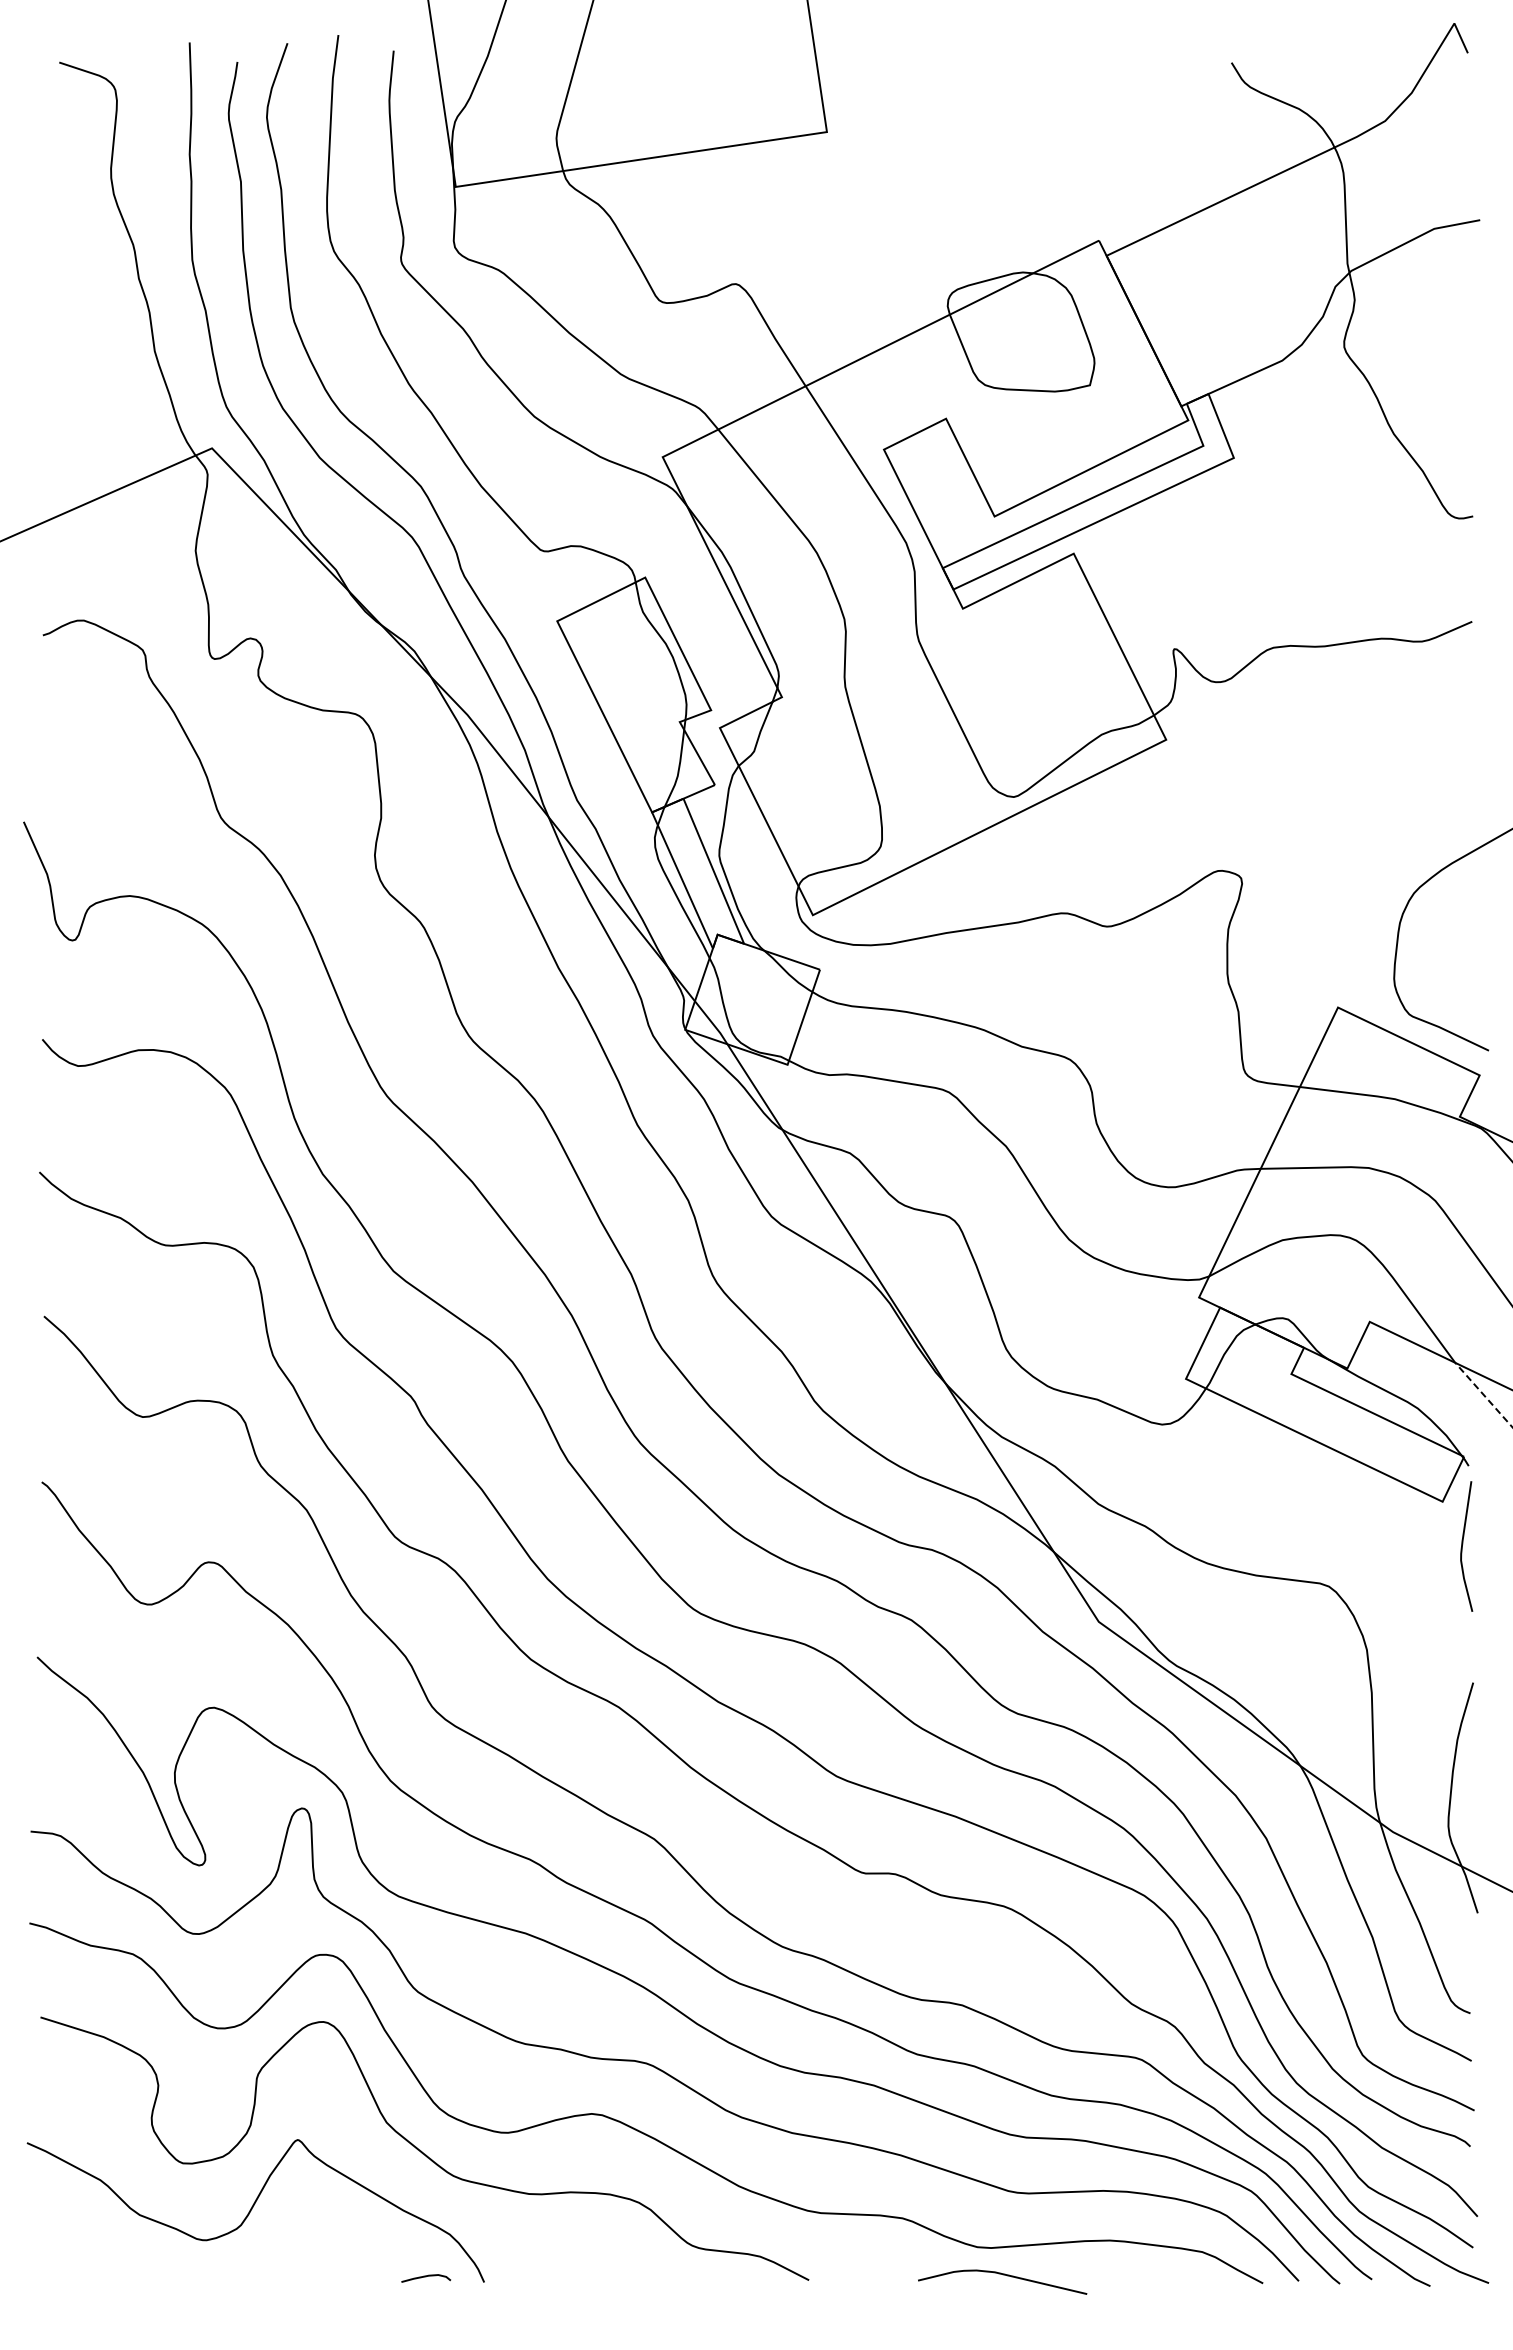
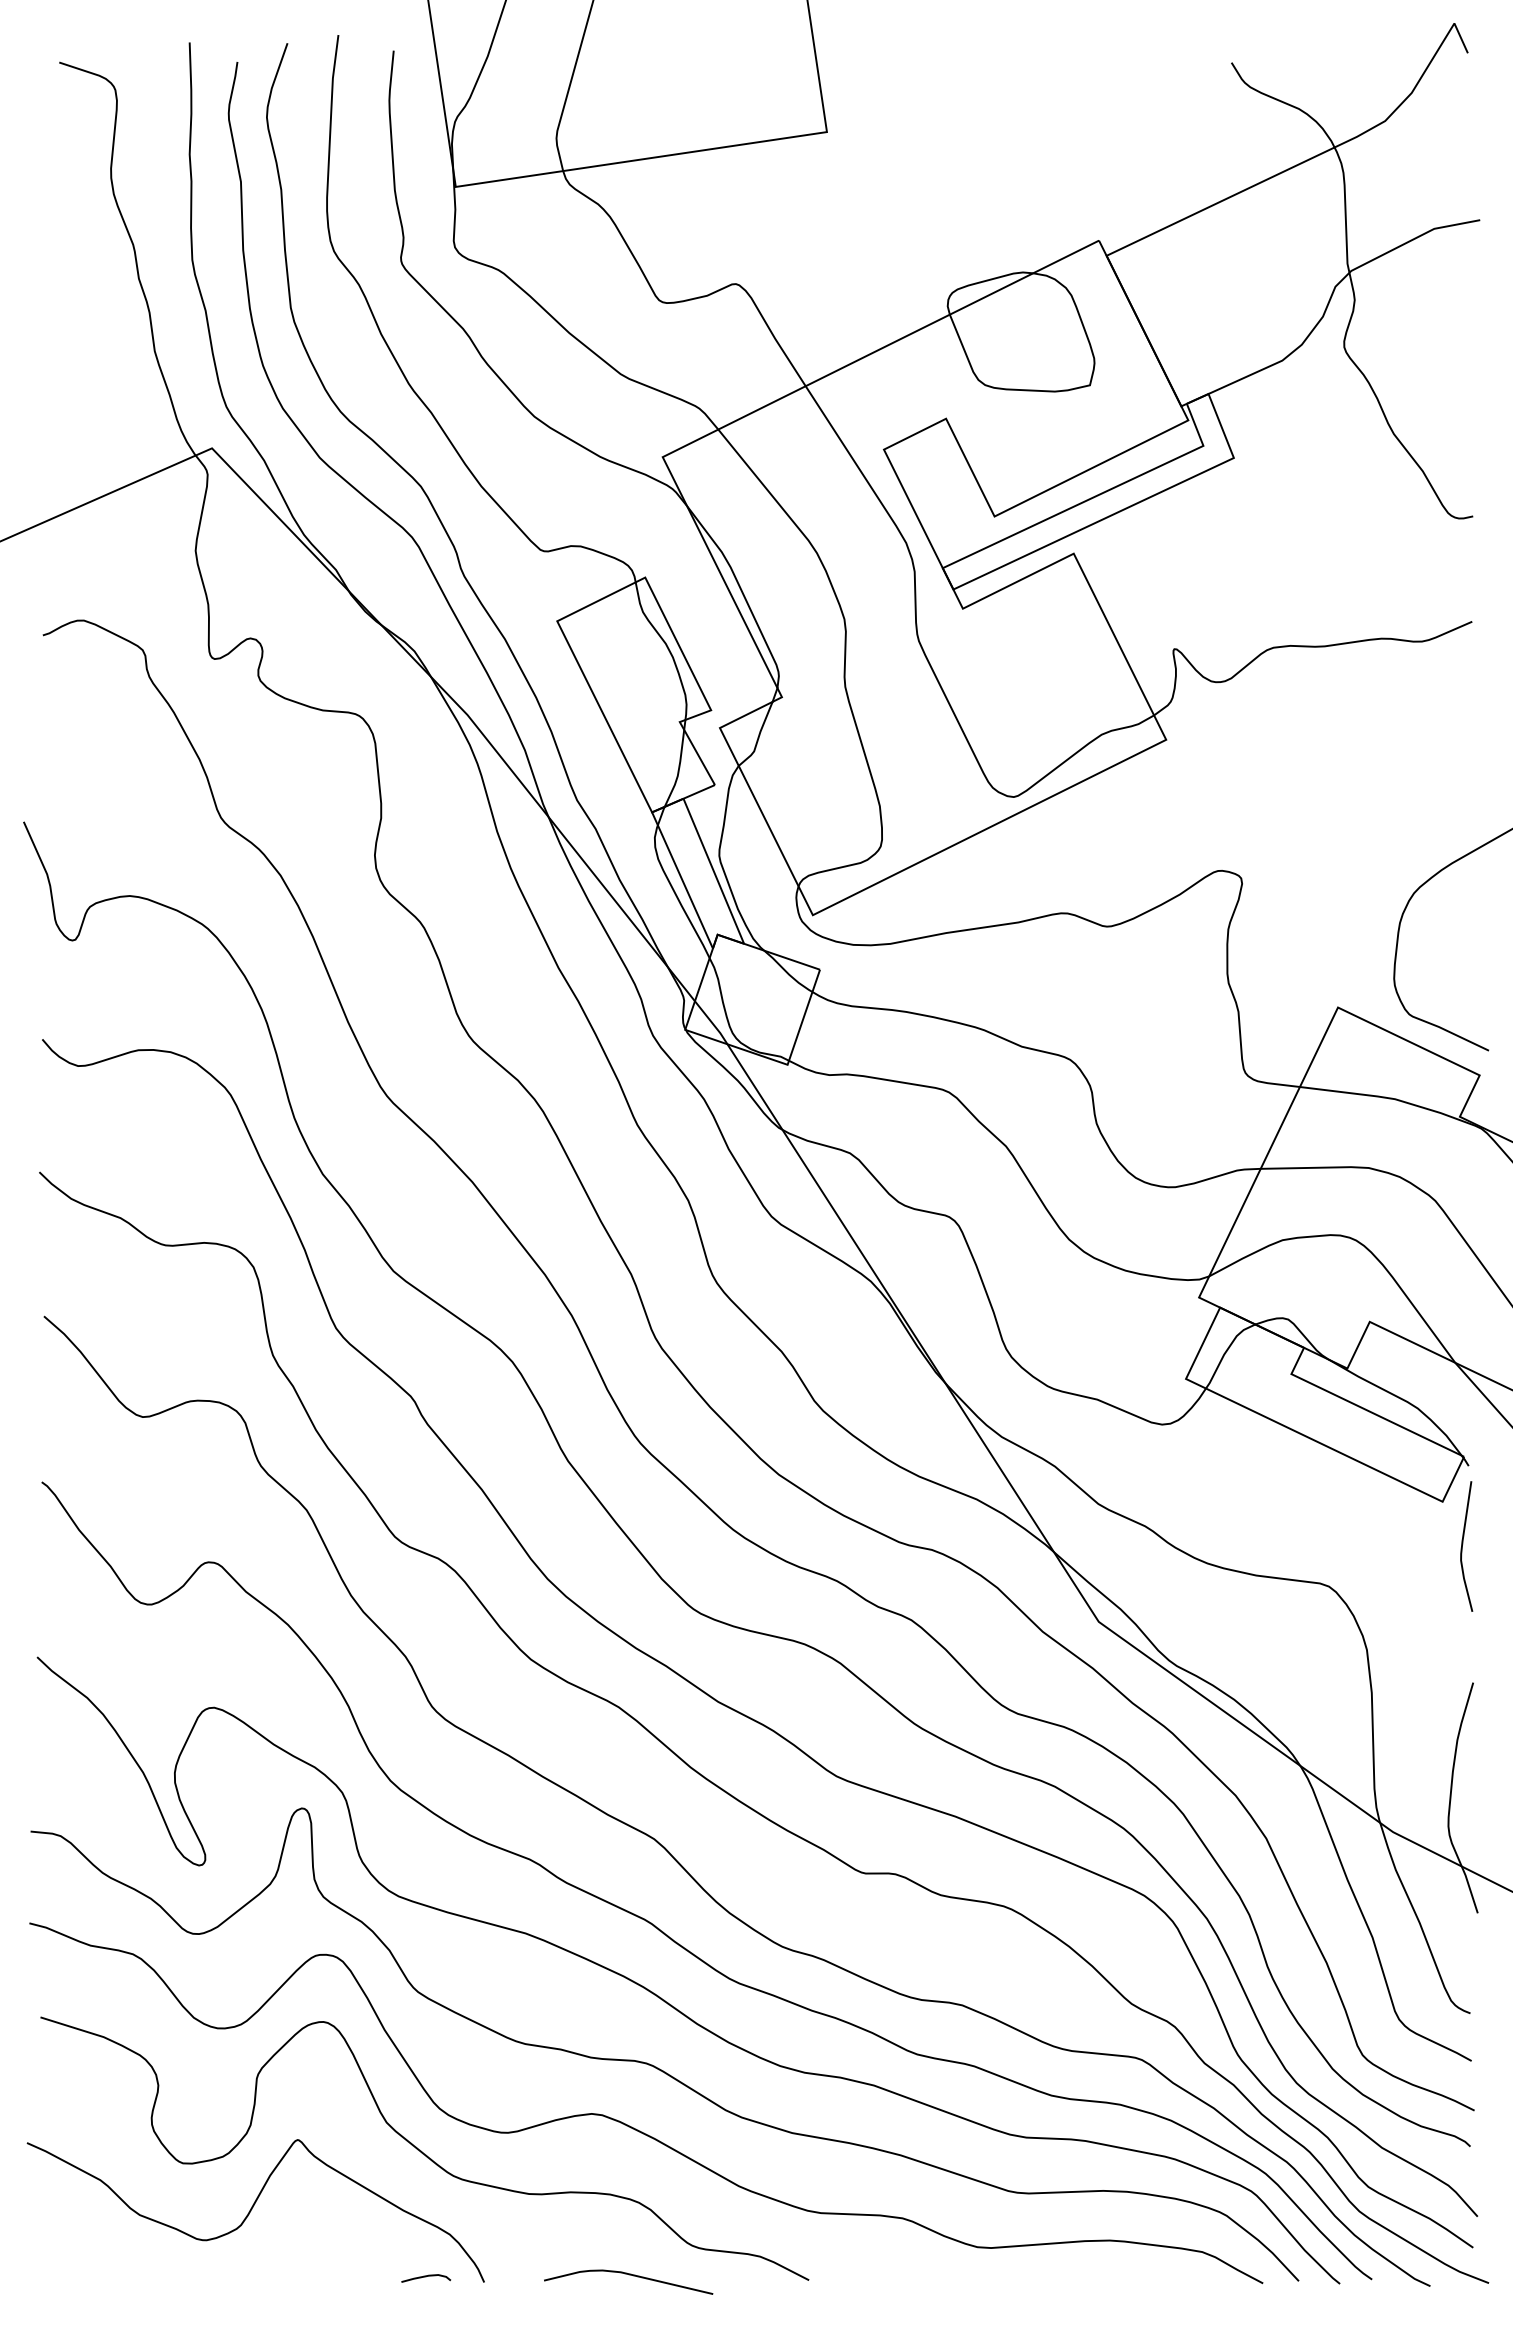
line at (1484, 1395): dashed -> solid
curve at (1003, 2275) position: (1003, 2275) -> (629, 2275)
